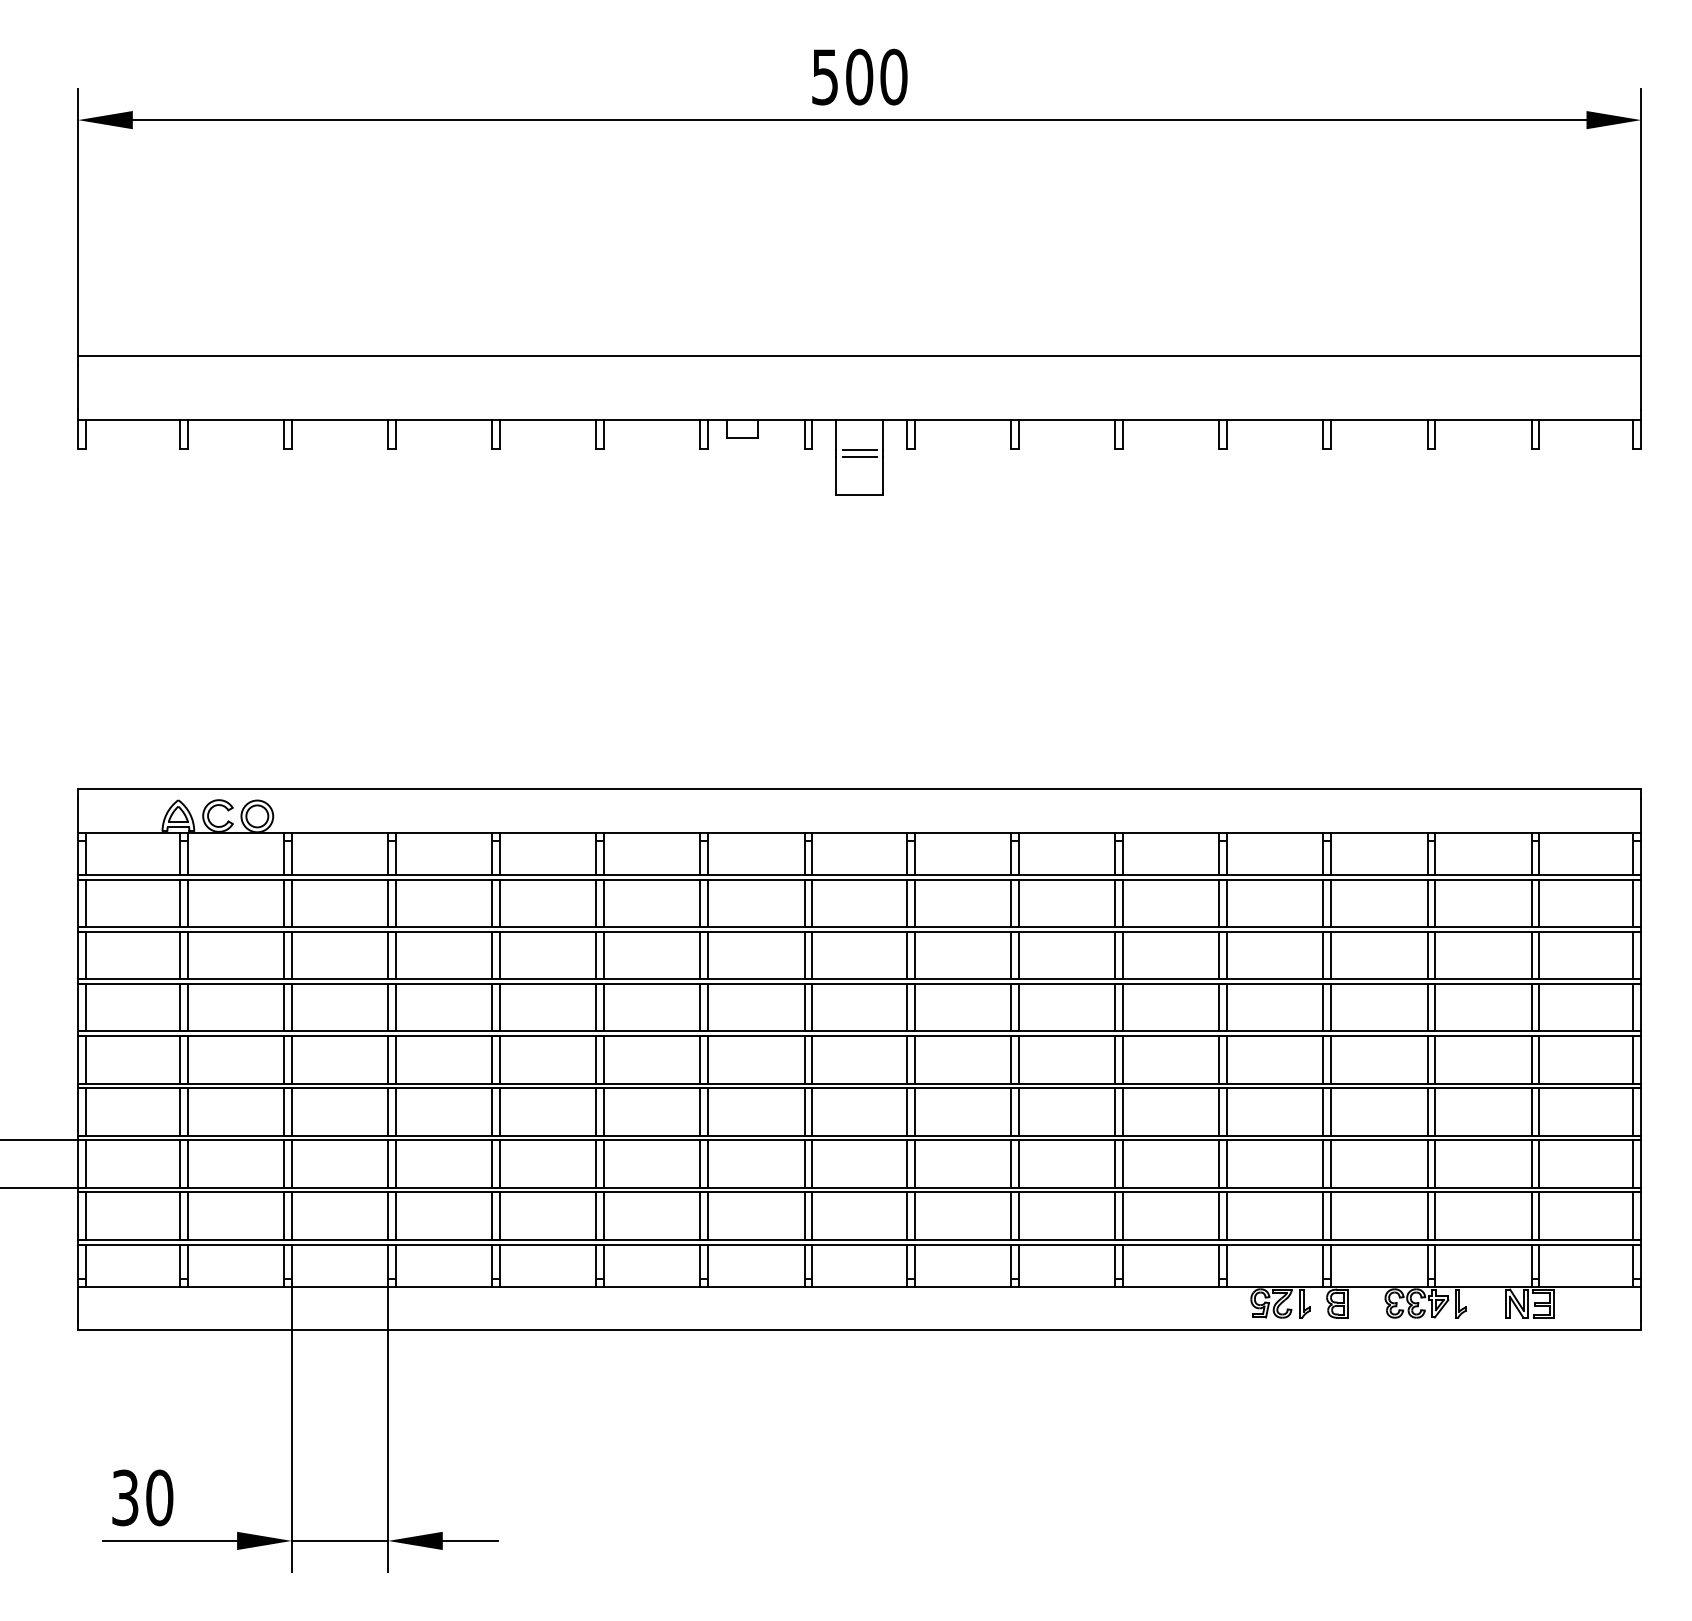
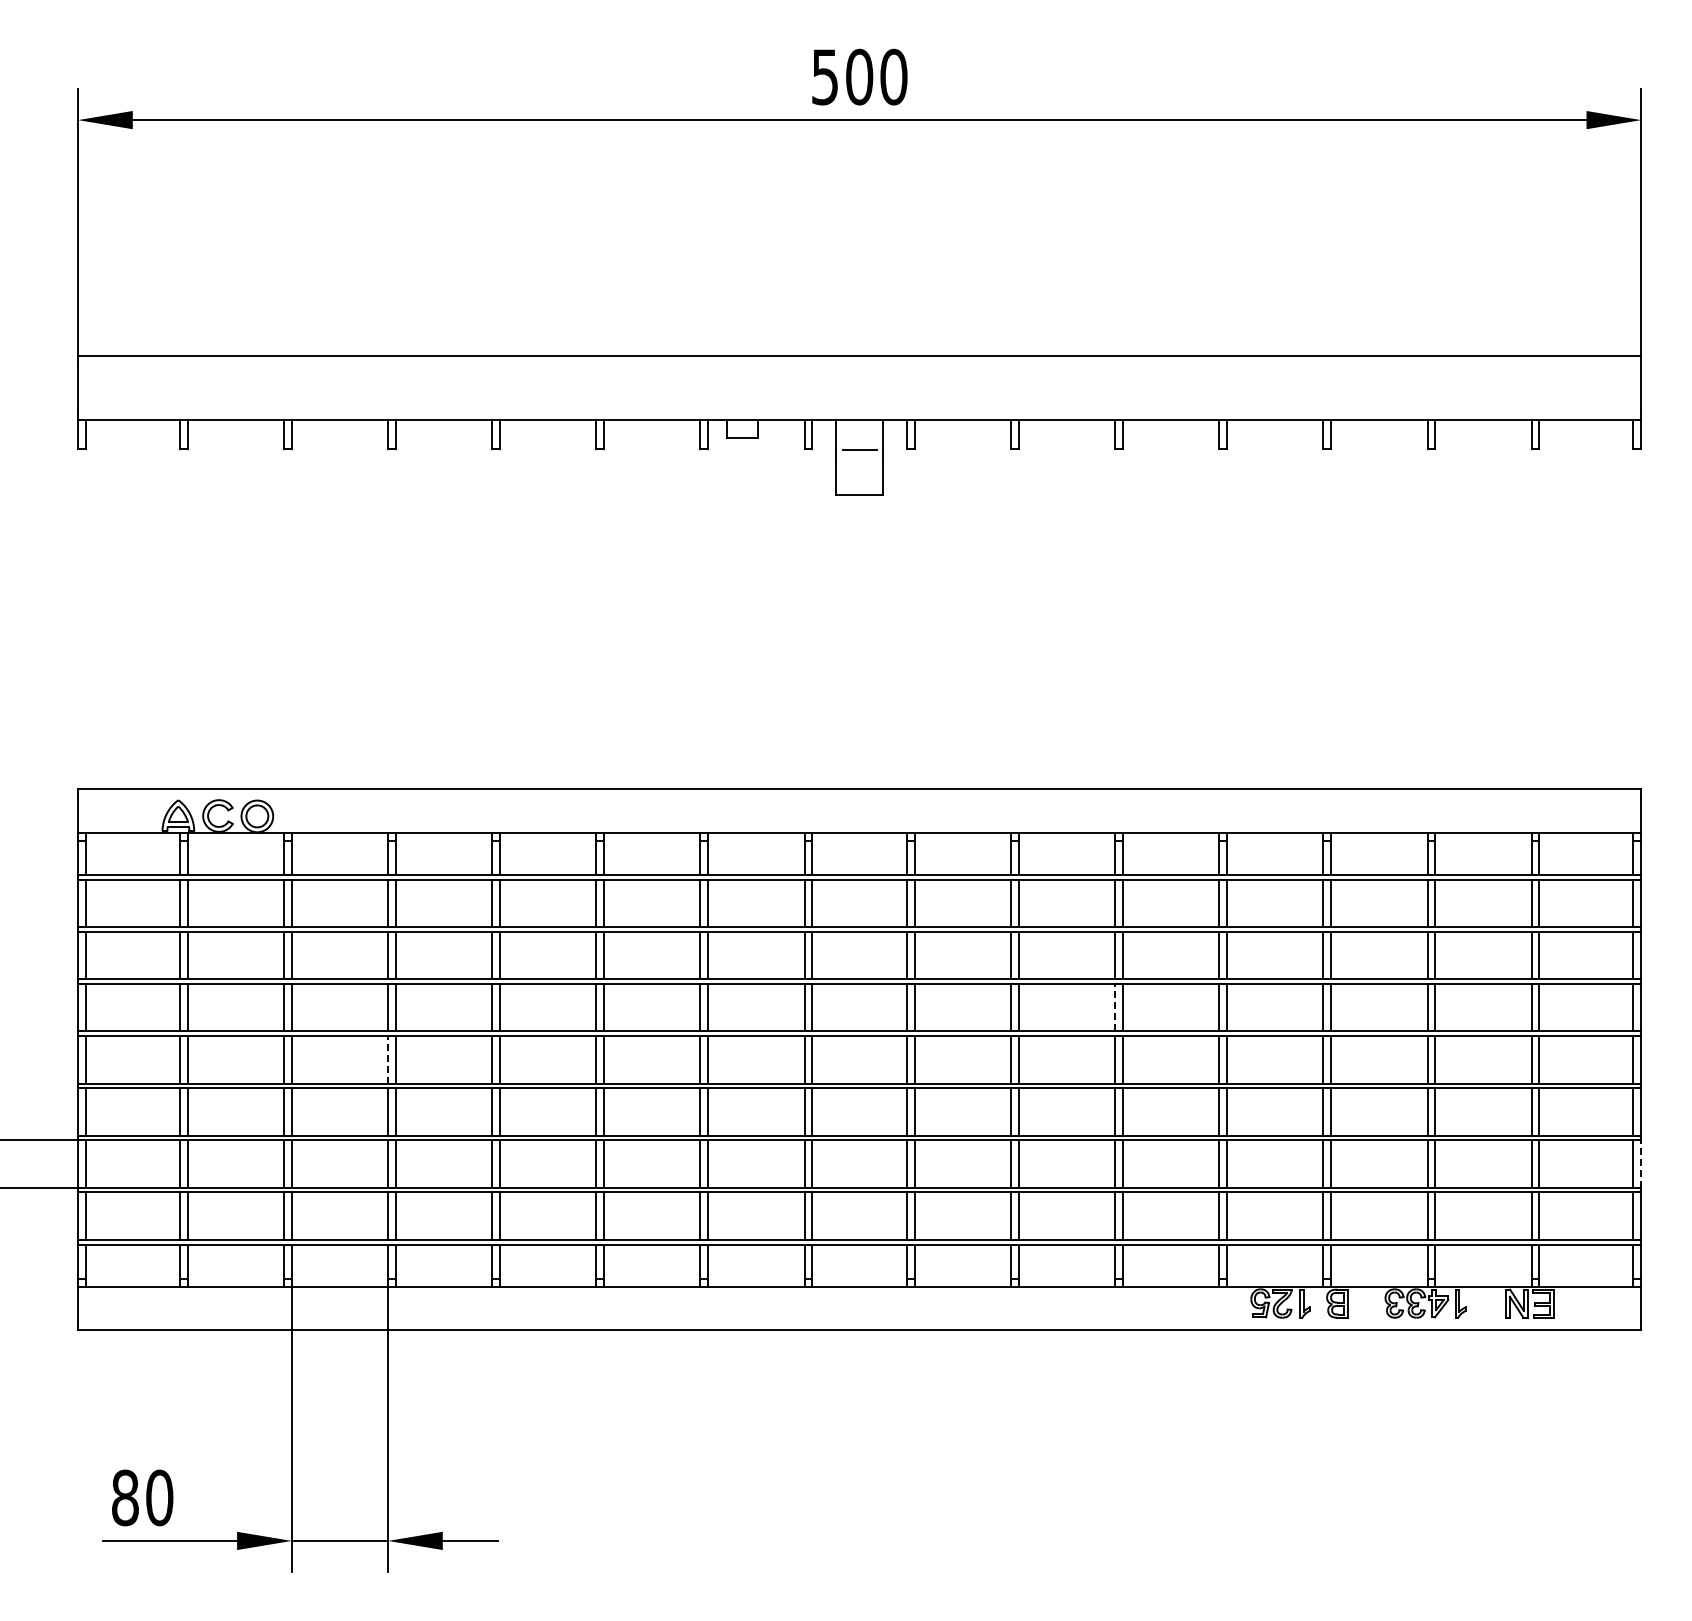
line at (859, 457): present -> none
line at (1115, 1007): solid -> dashed
line at (388, 1059): solid -> dashed
line at (1641, 1164): solid -> dashed
text at (125, 1497): 30 -> 80
